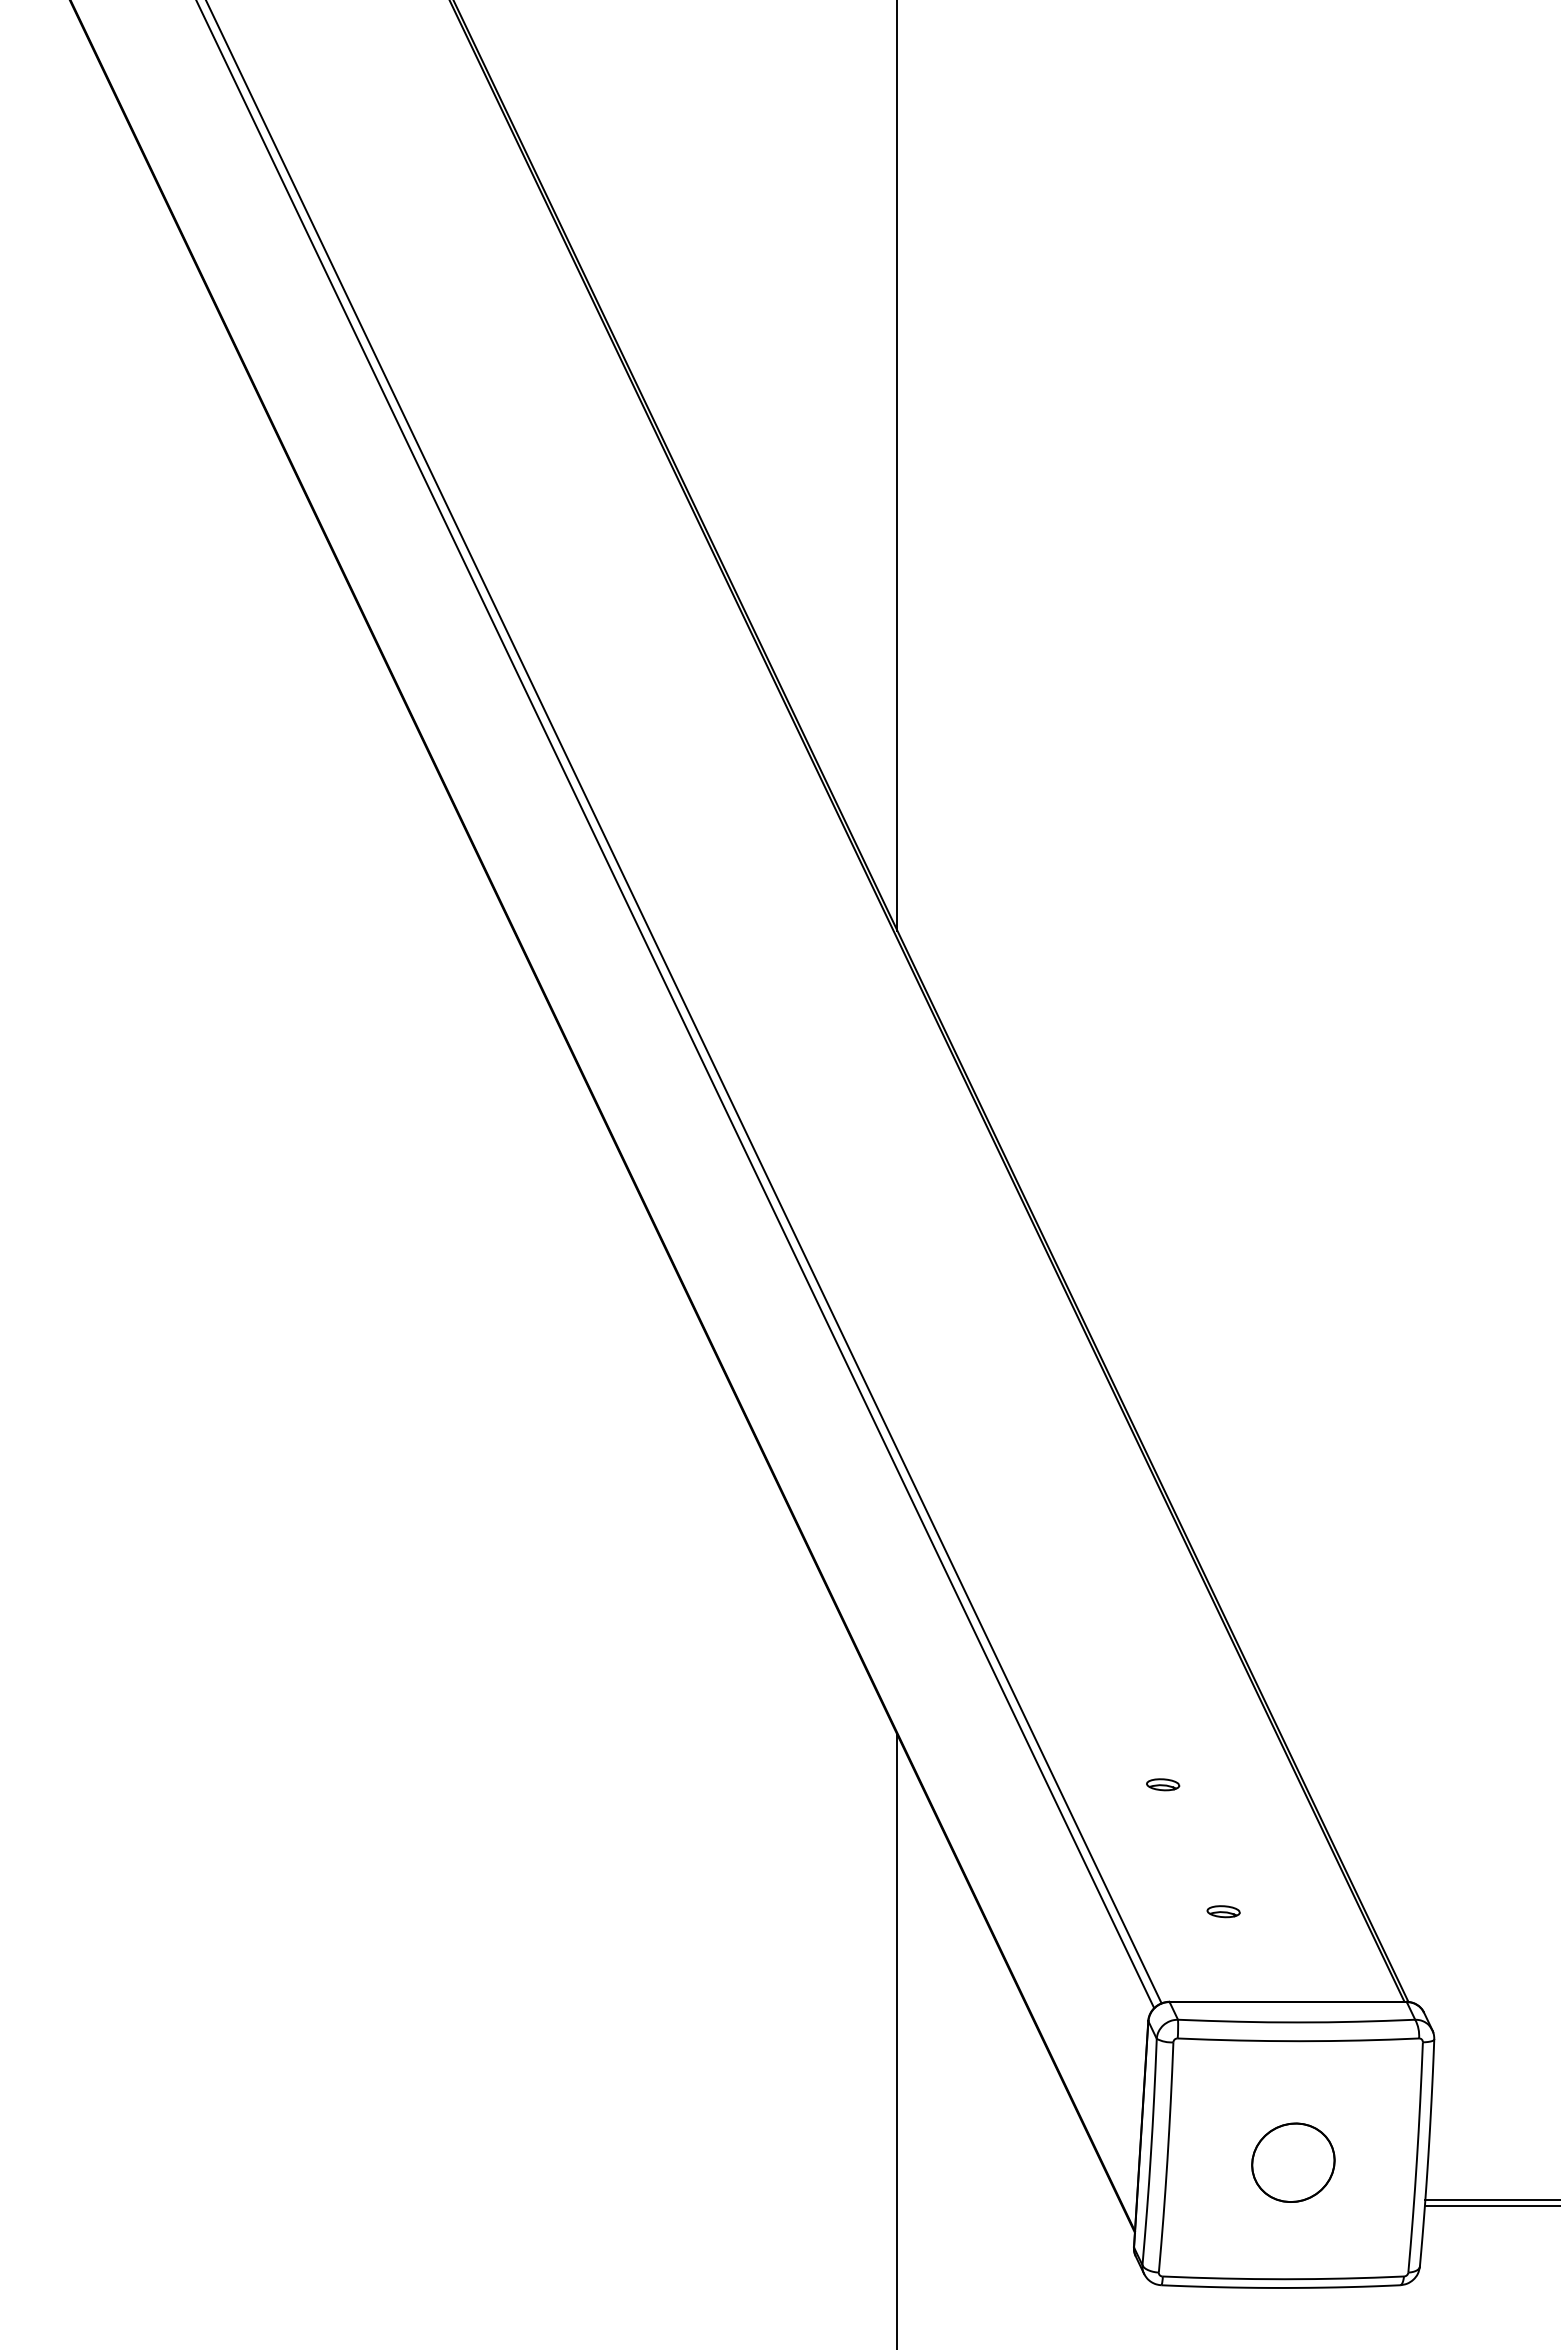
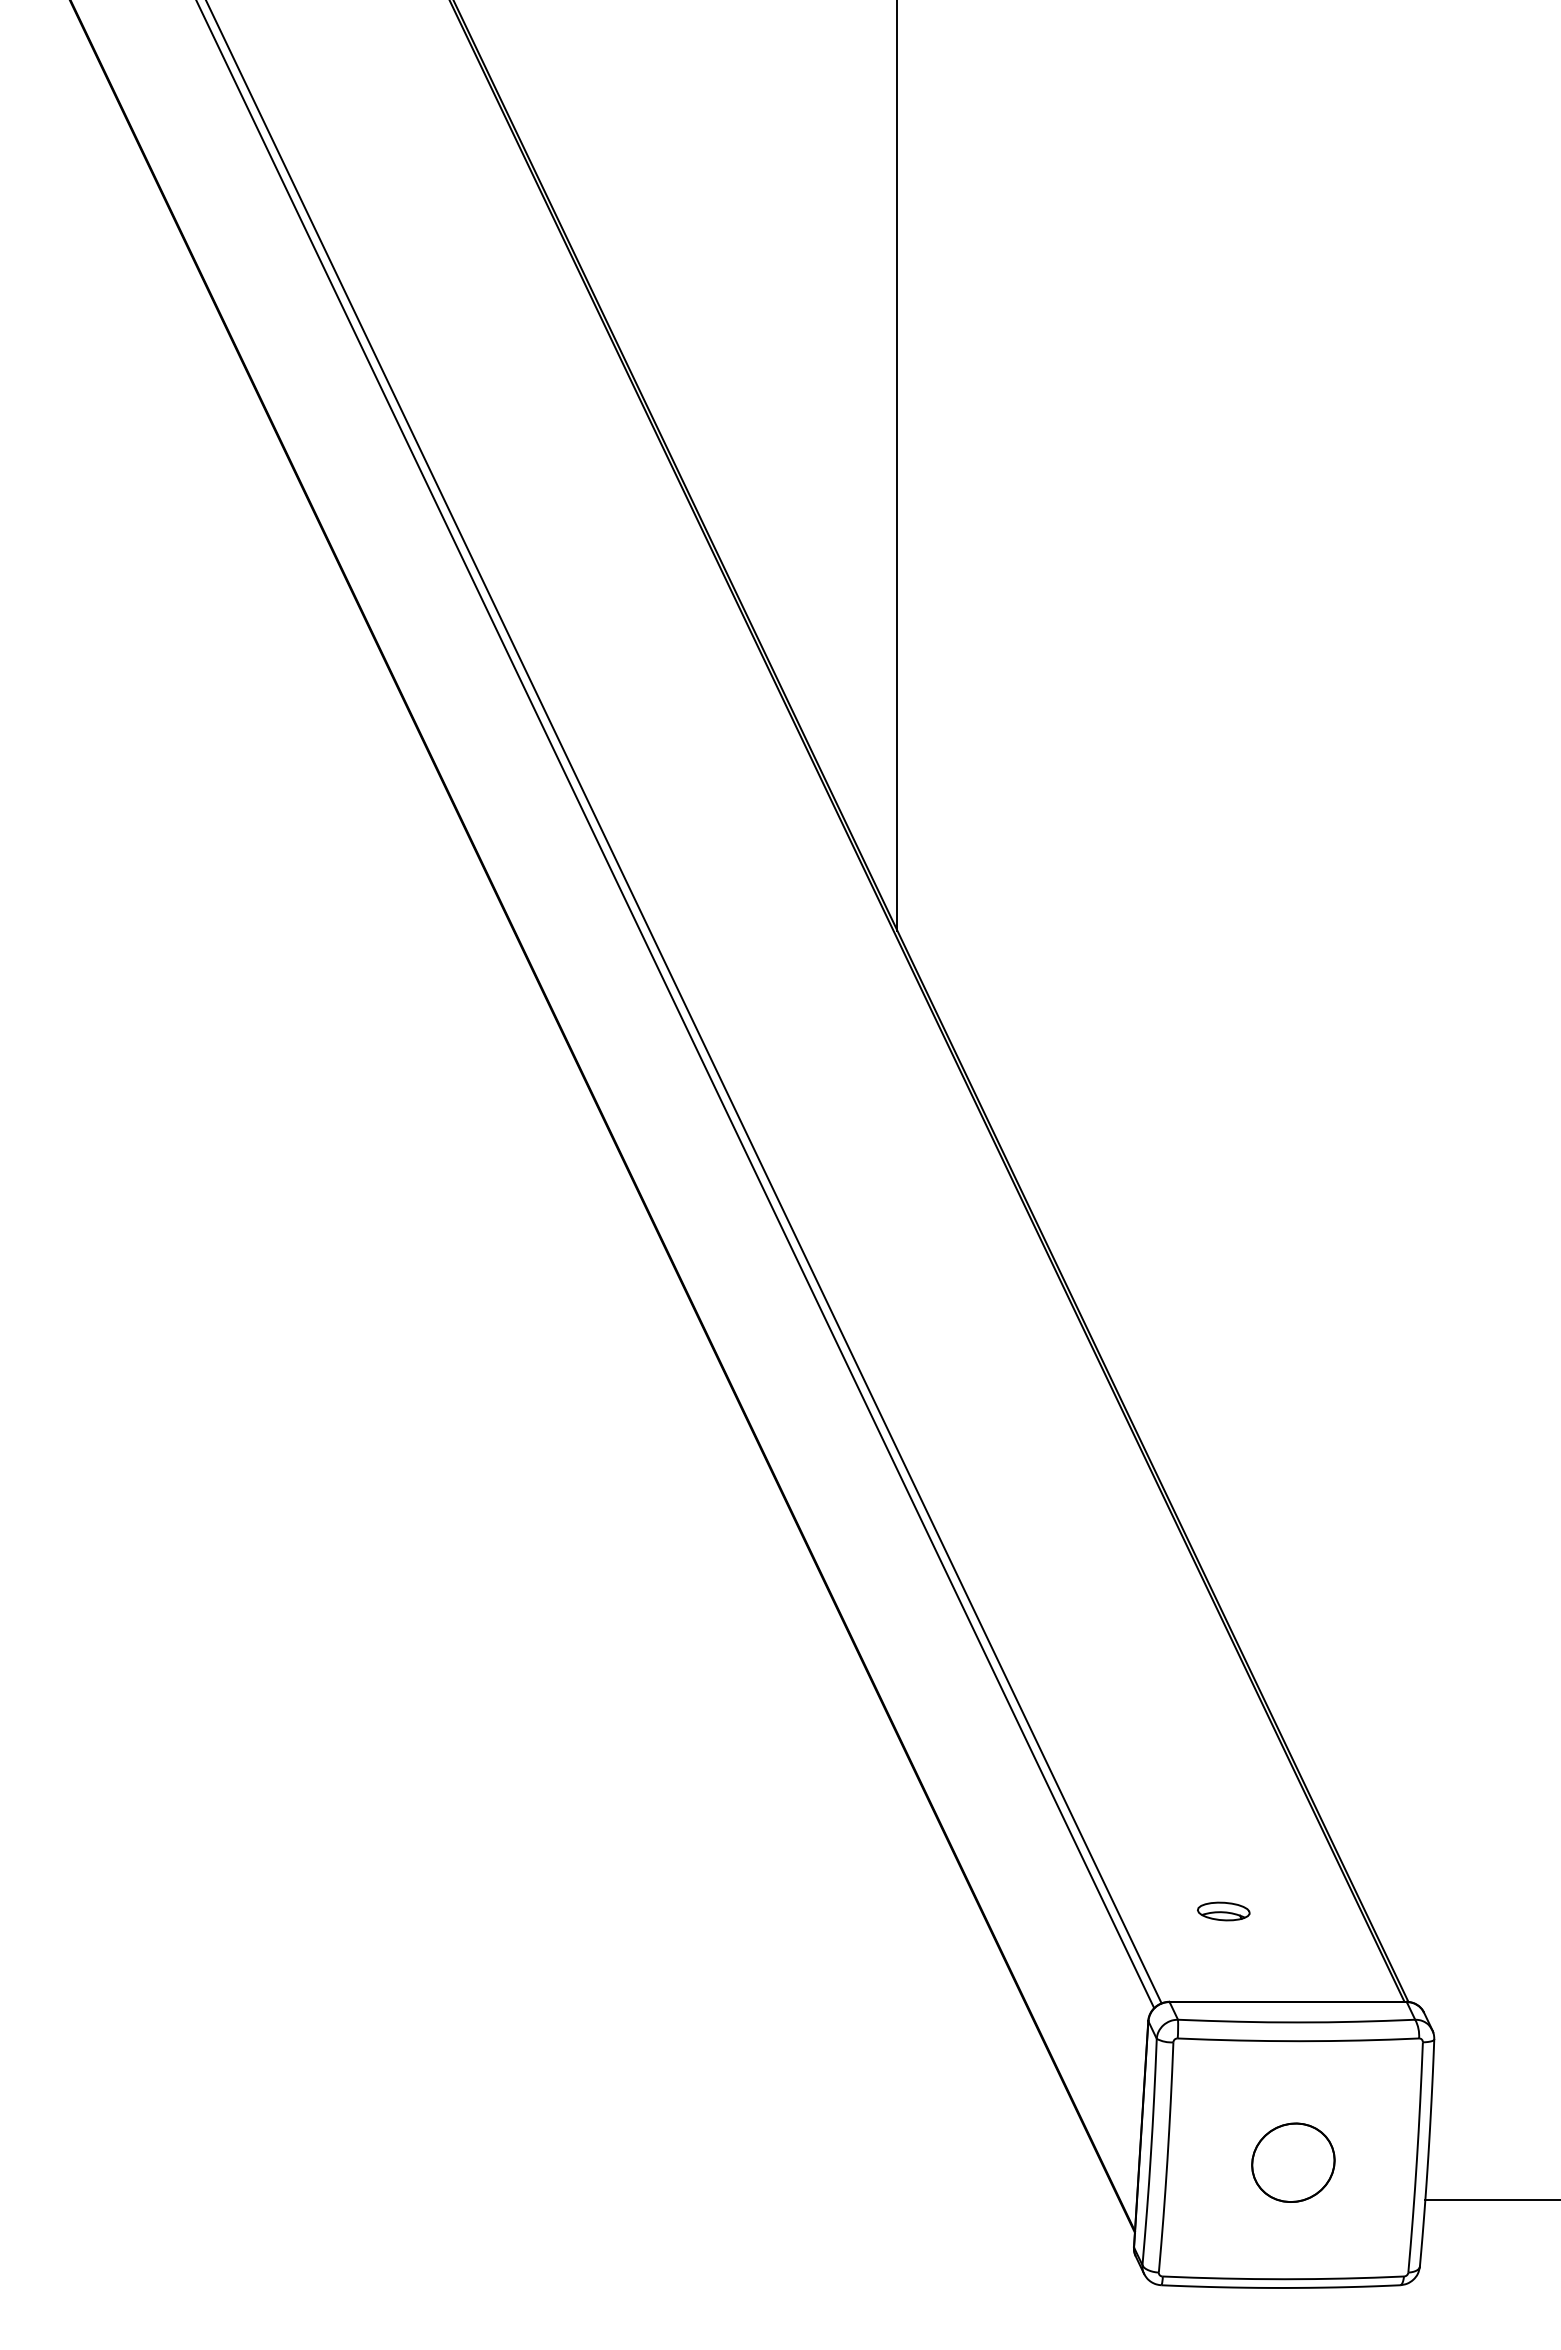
part at (1163, 1784): present -> none
part at (1223, 1911) size: 35x14 px -> 54x21 px
line at (897, 2040): present -> none
line at (1490, 2206): present -> none
